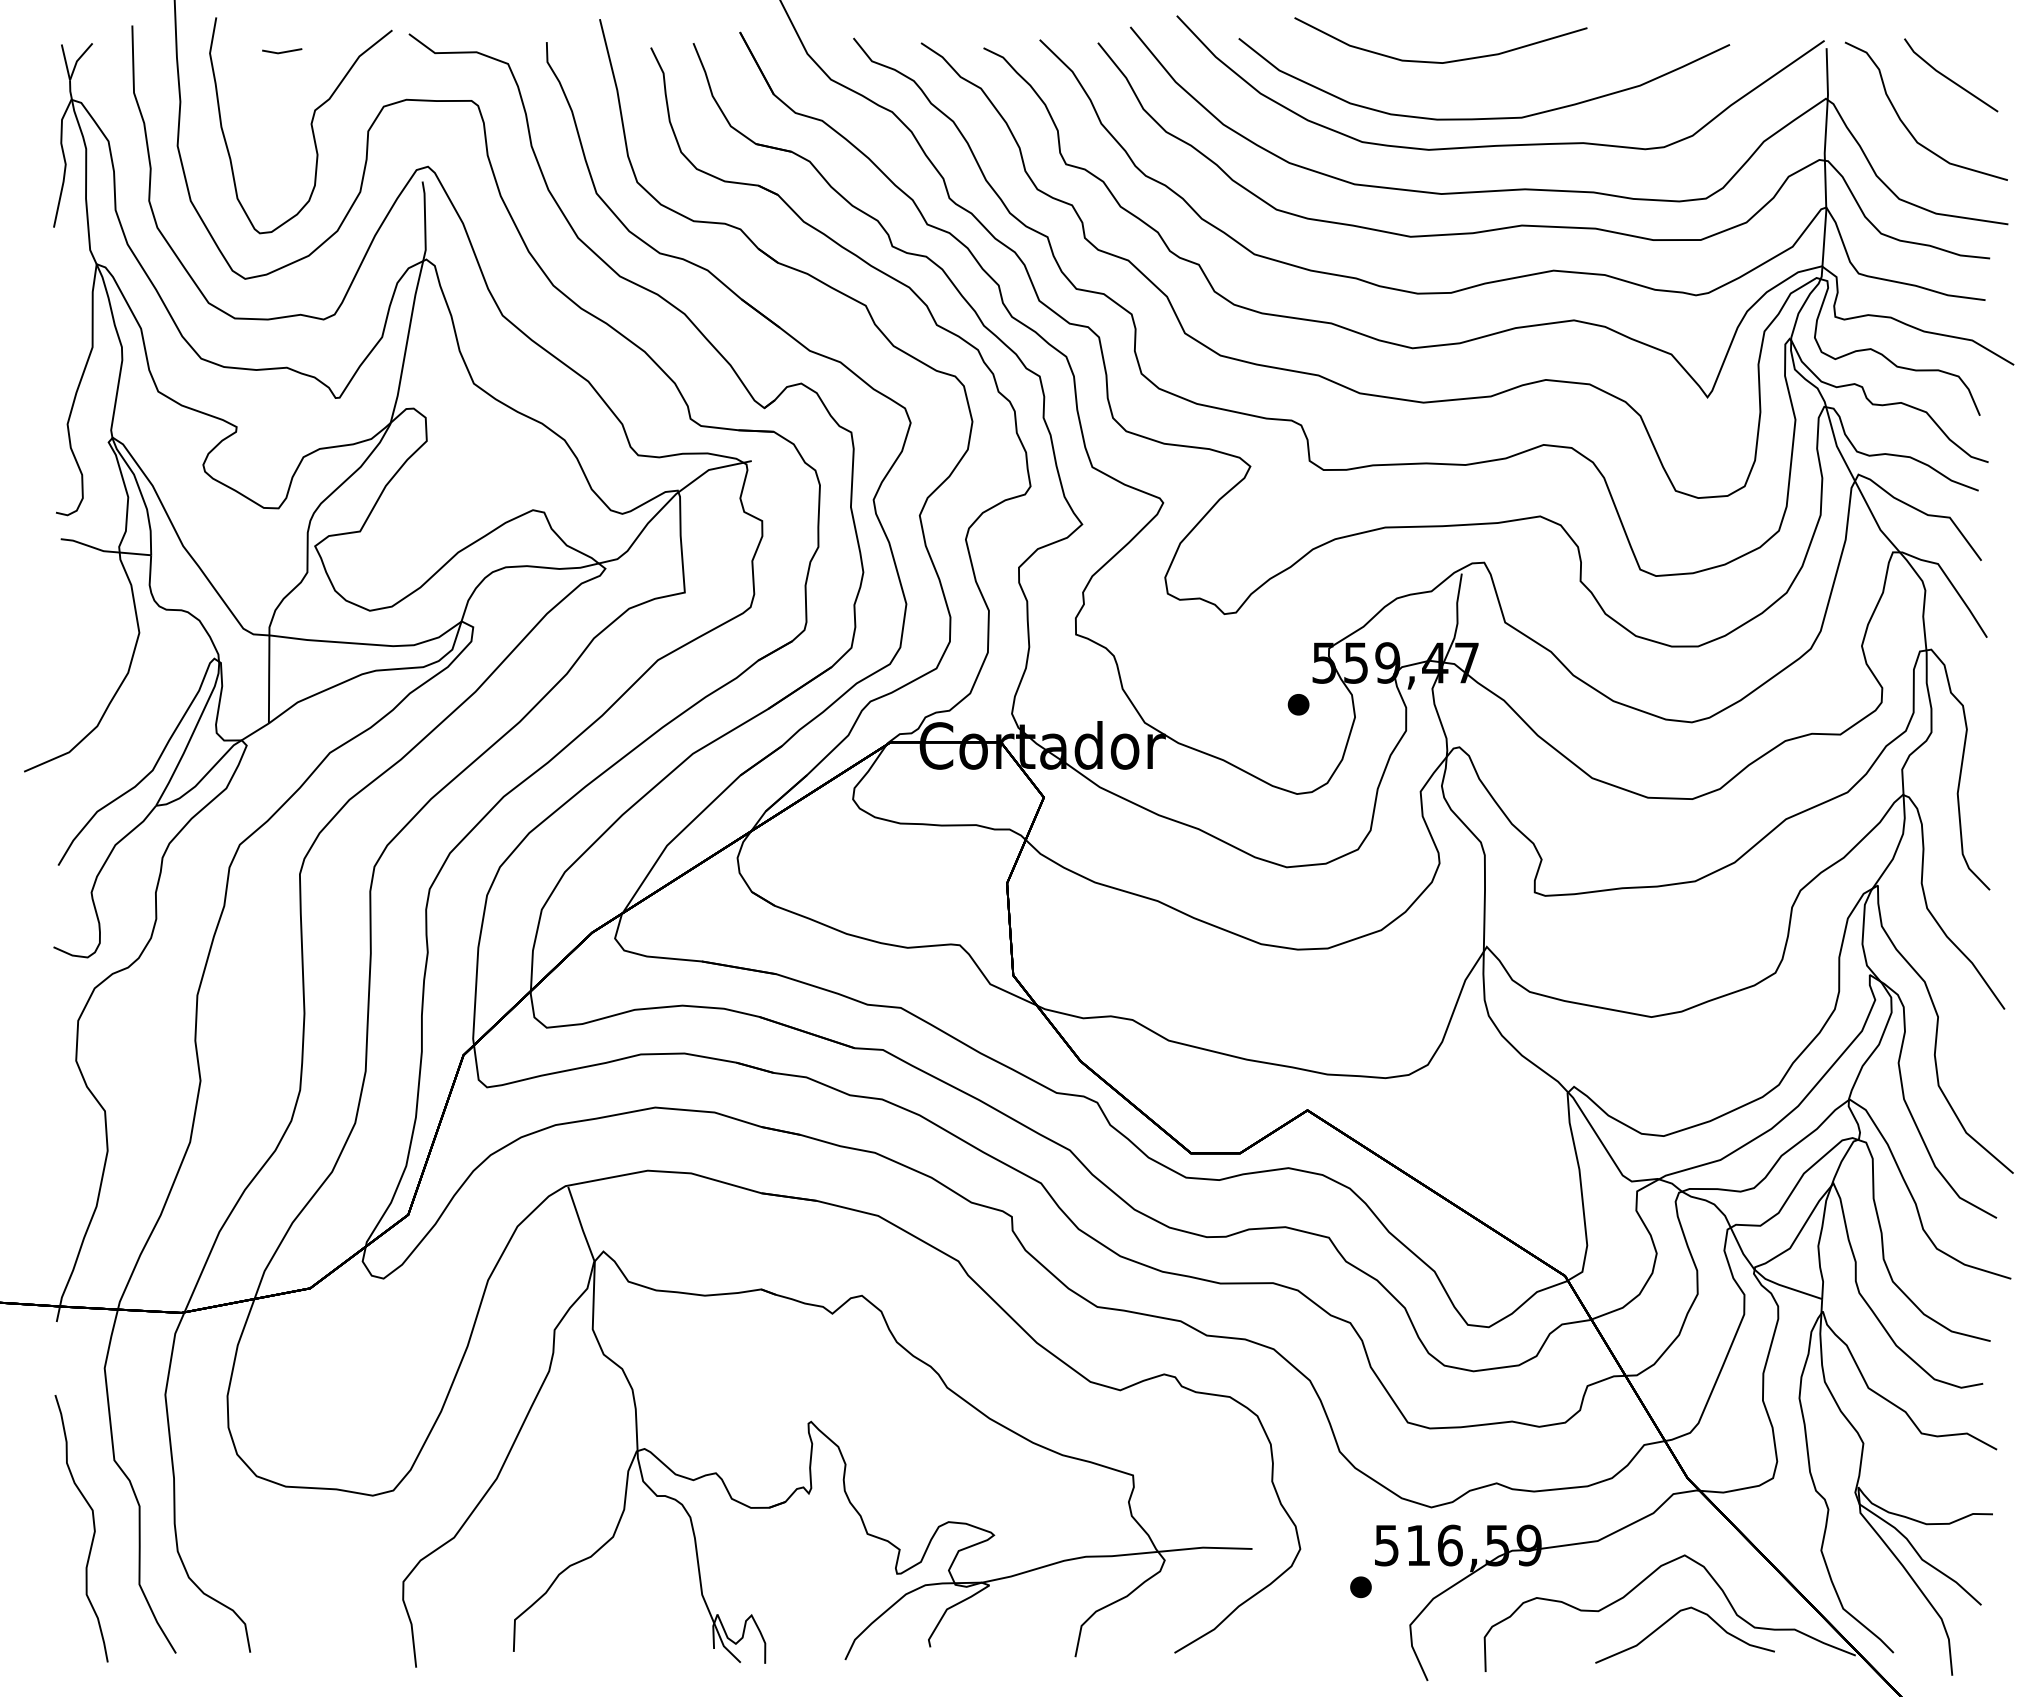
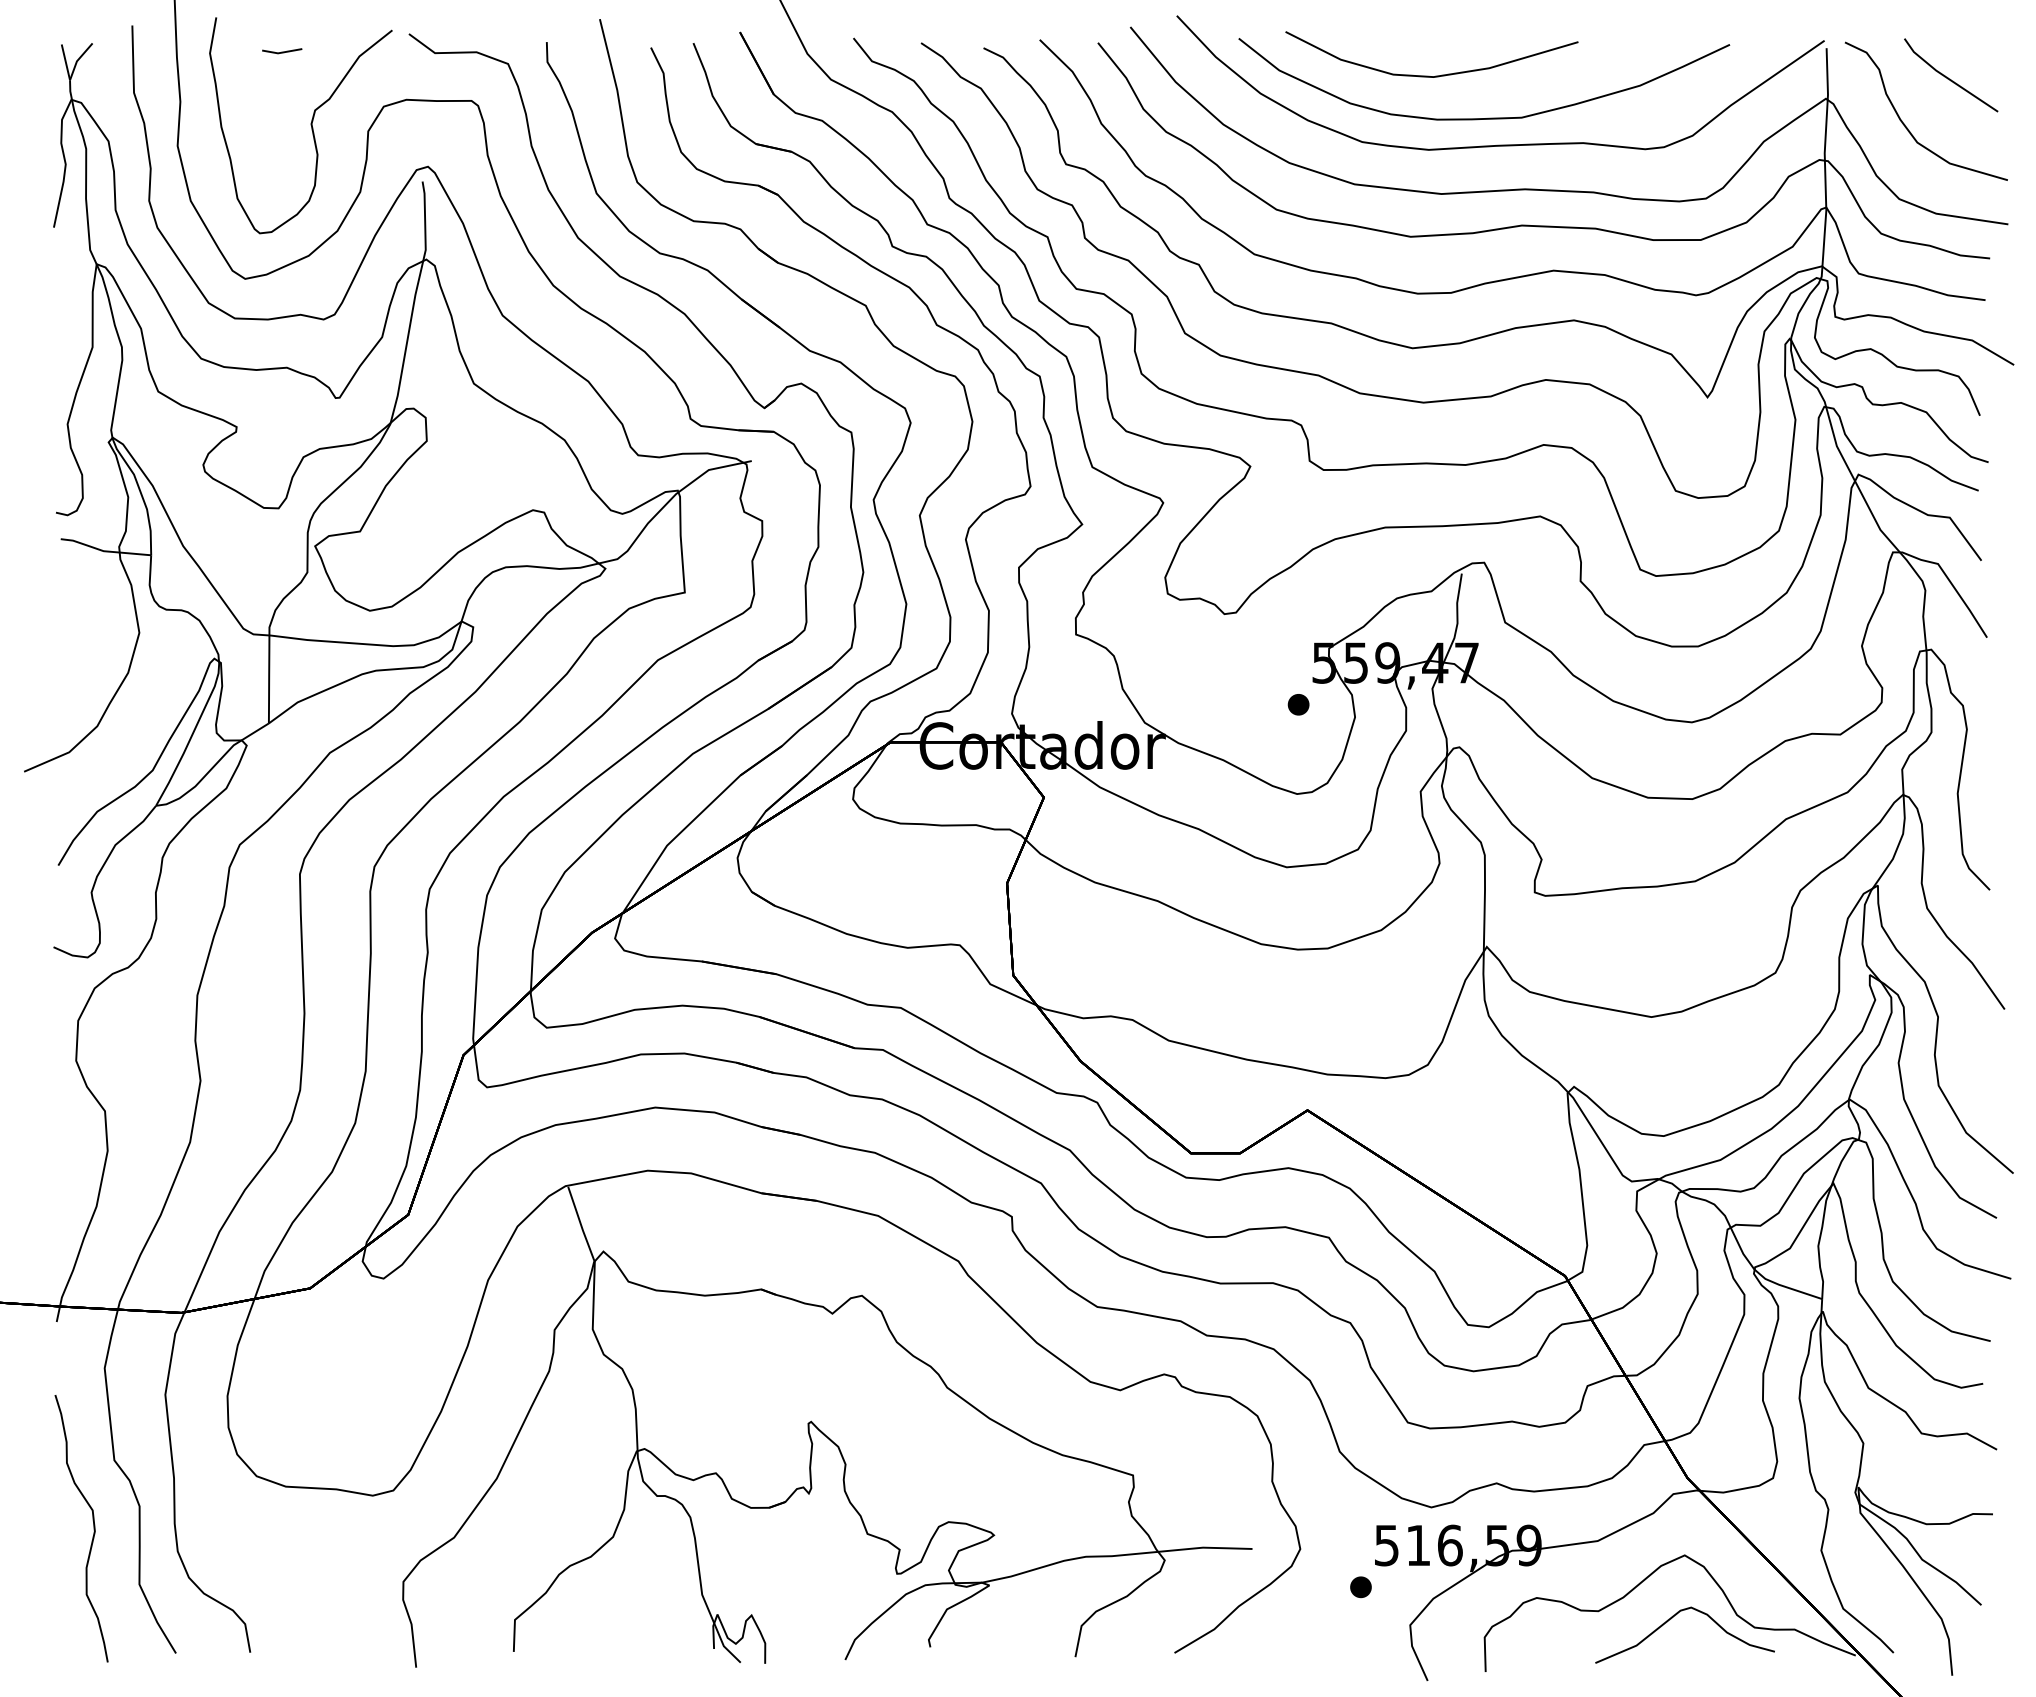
part at (1438, 61) position: (1438, 61) -> (1429, 75)
